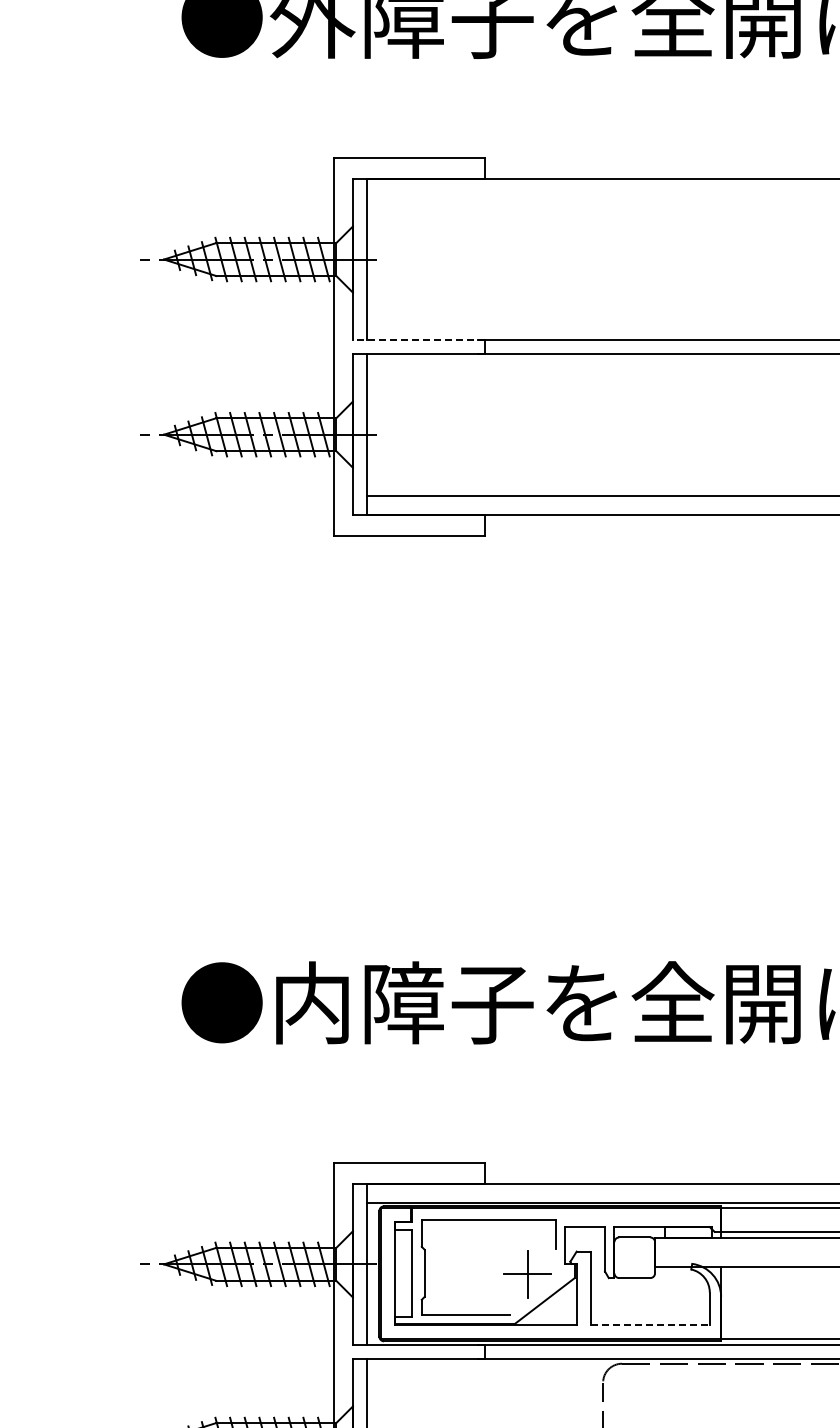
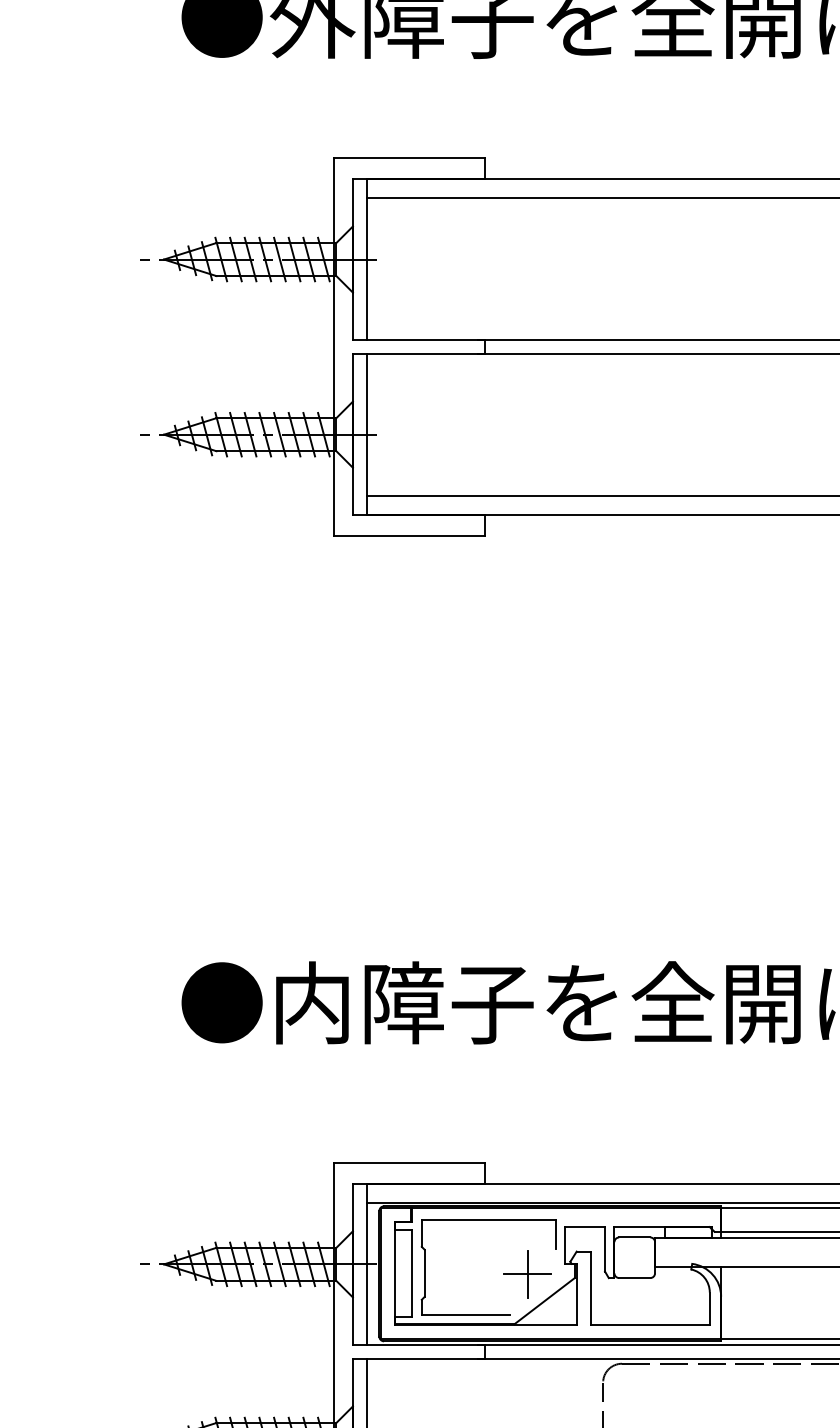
line at (601, 197): none -> present
line at (418, 340): dashed -> solid
line at (650, 1325): dashed -> solid
